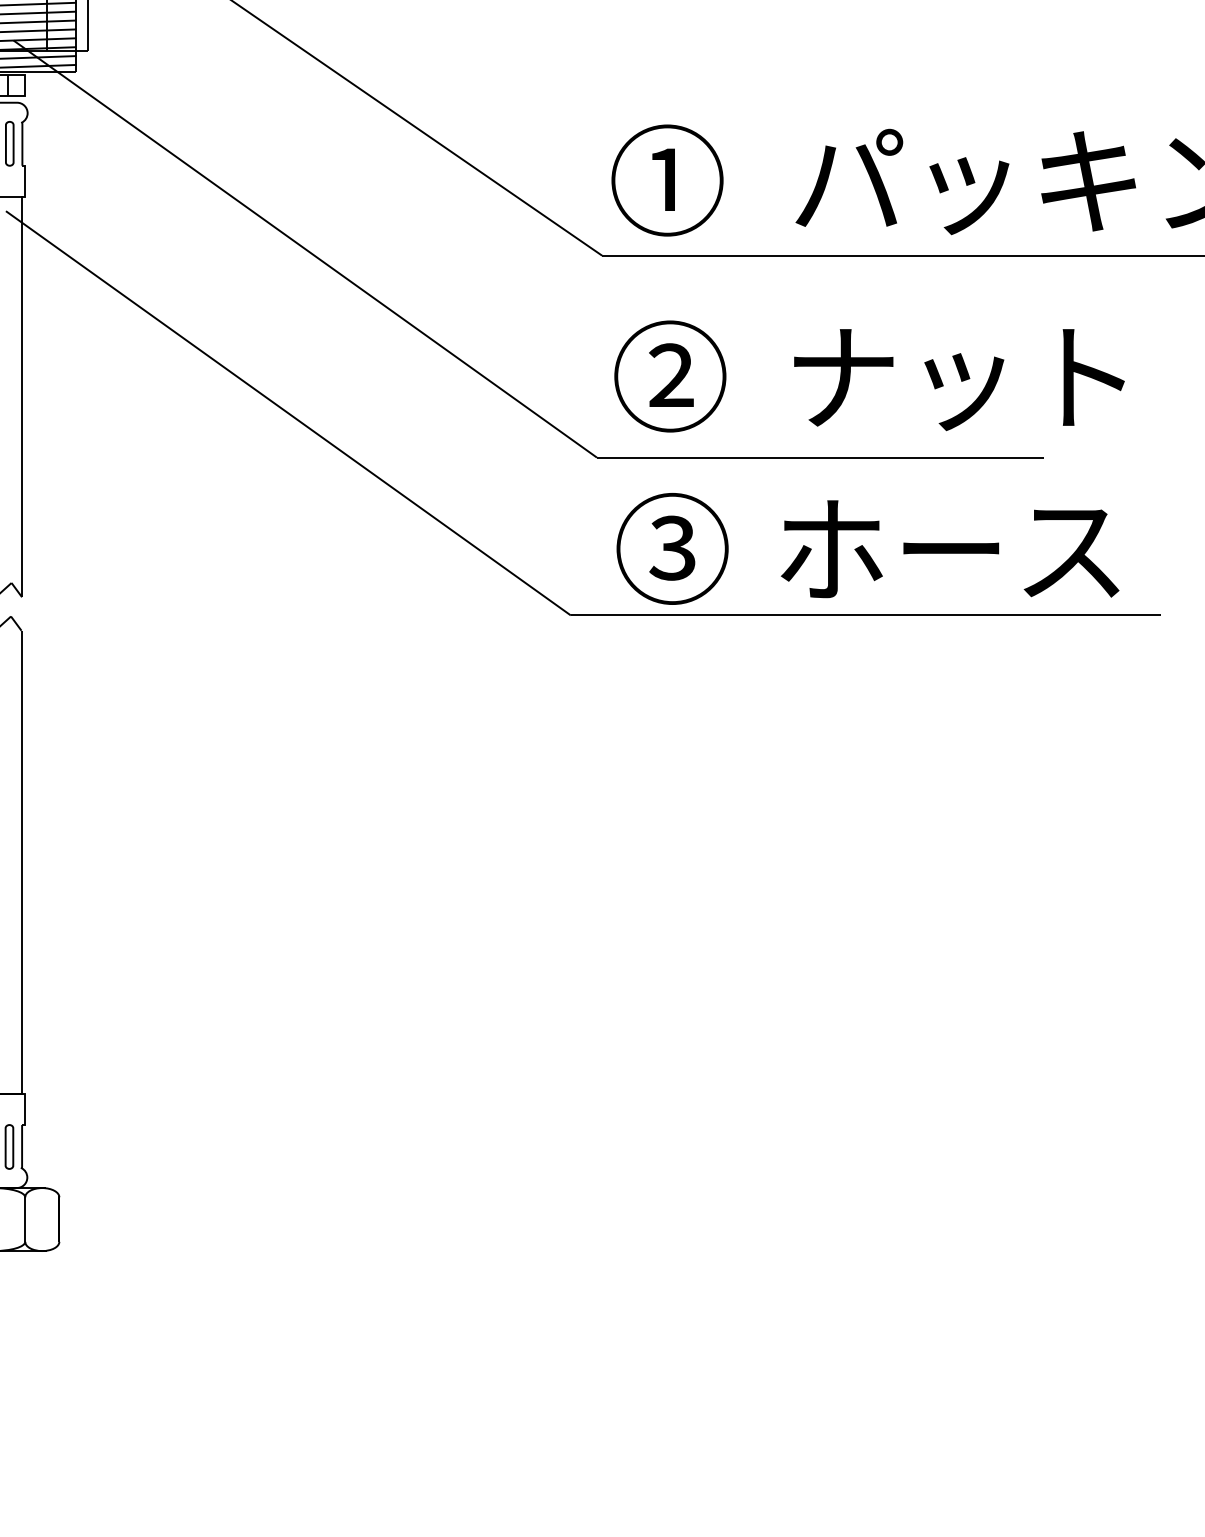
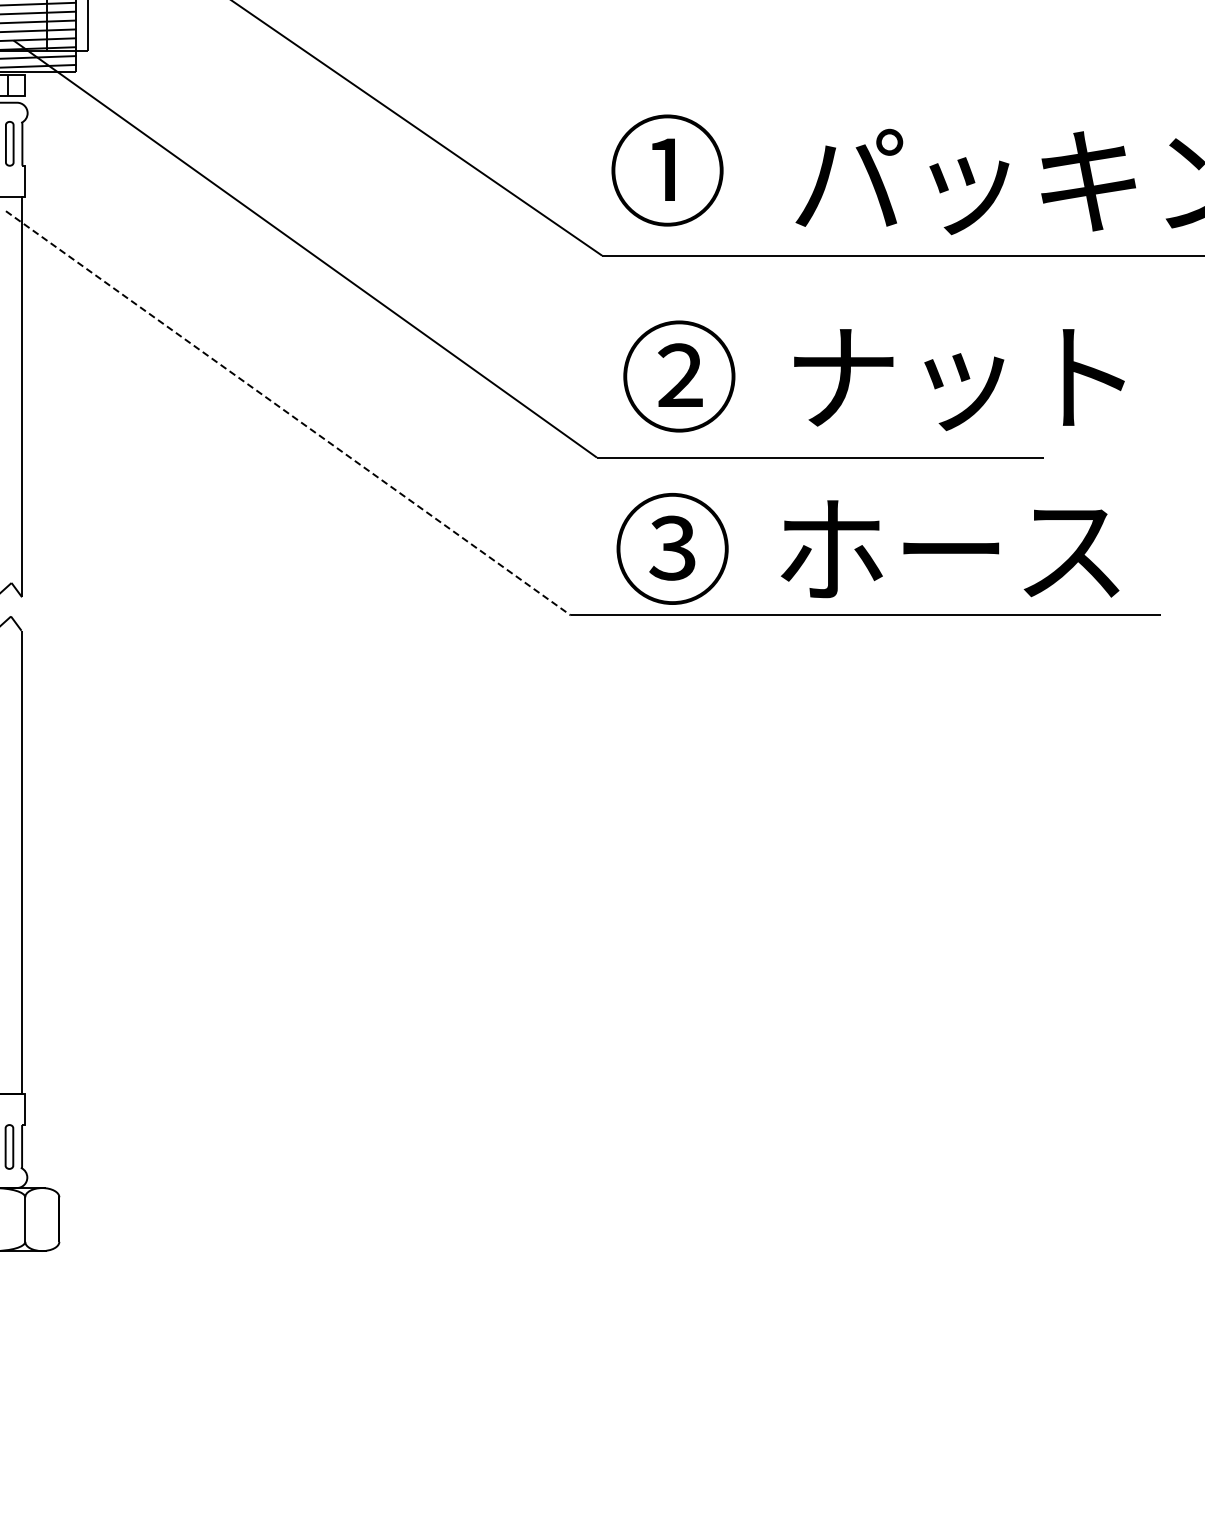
text at (667, 180) position: (667, 180) -> (667, 170)
text at (670, 376) position: (670, 376) -> (679, 376)
line at (288, 413): solid -> dashed
